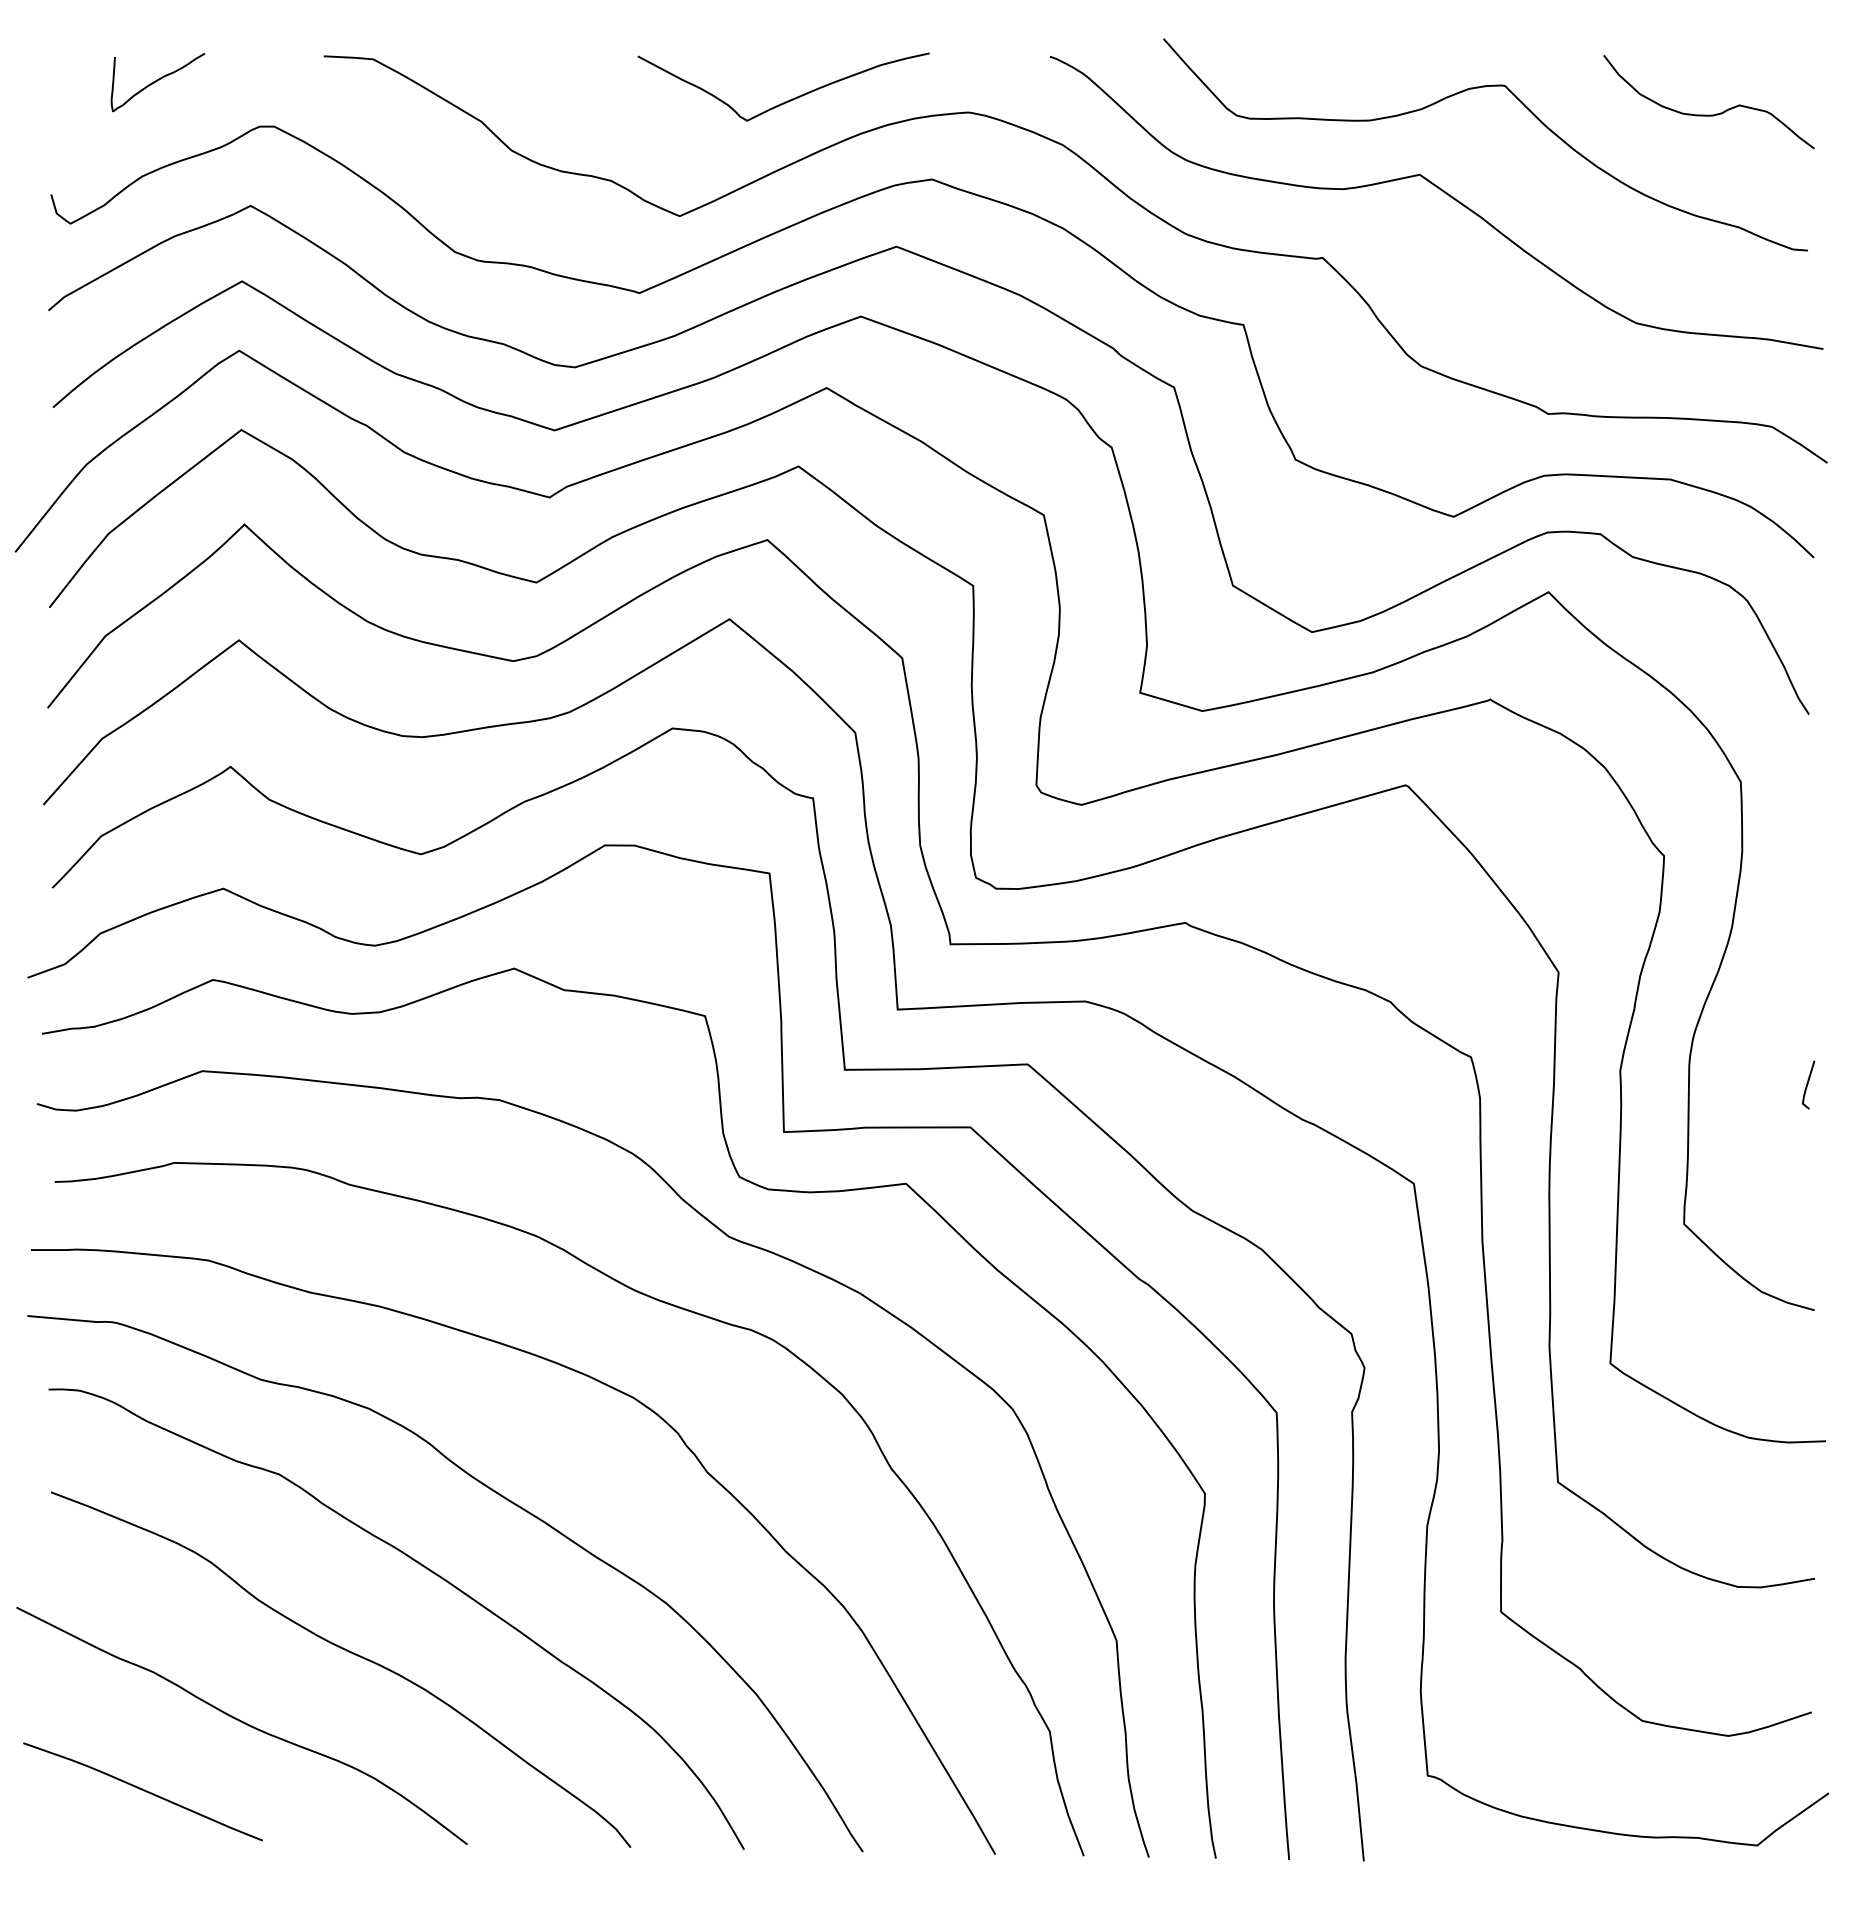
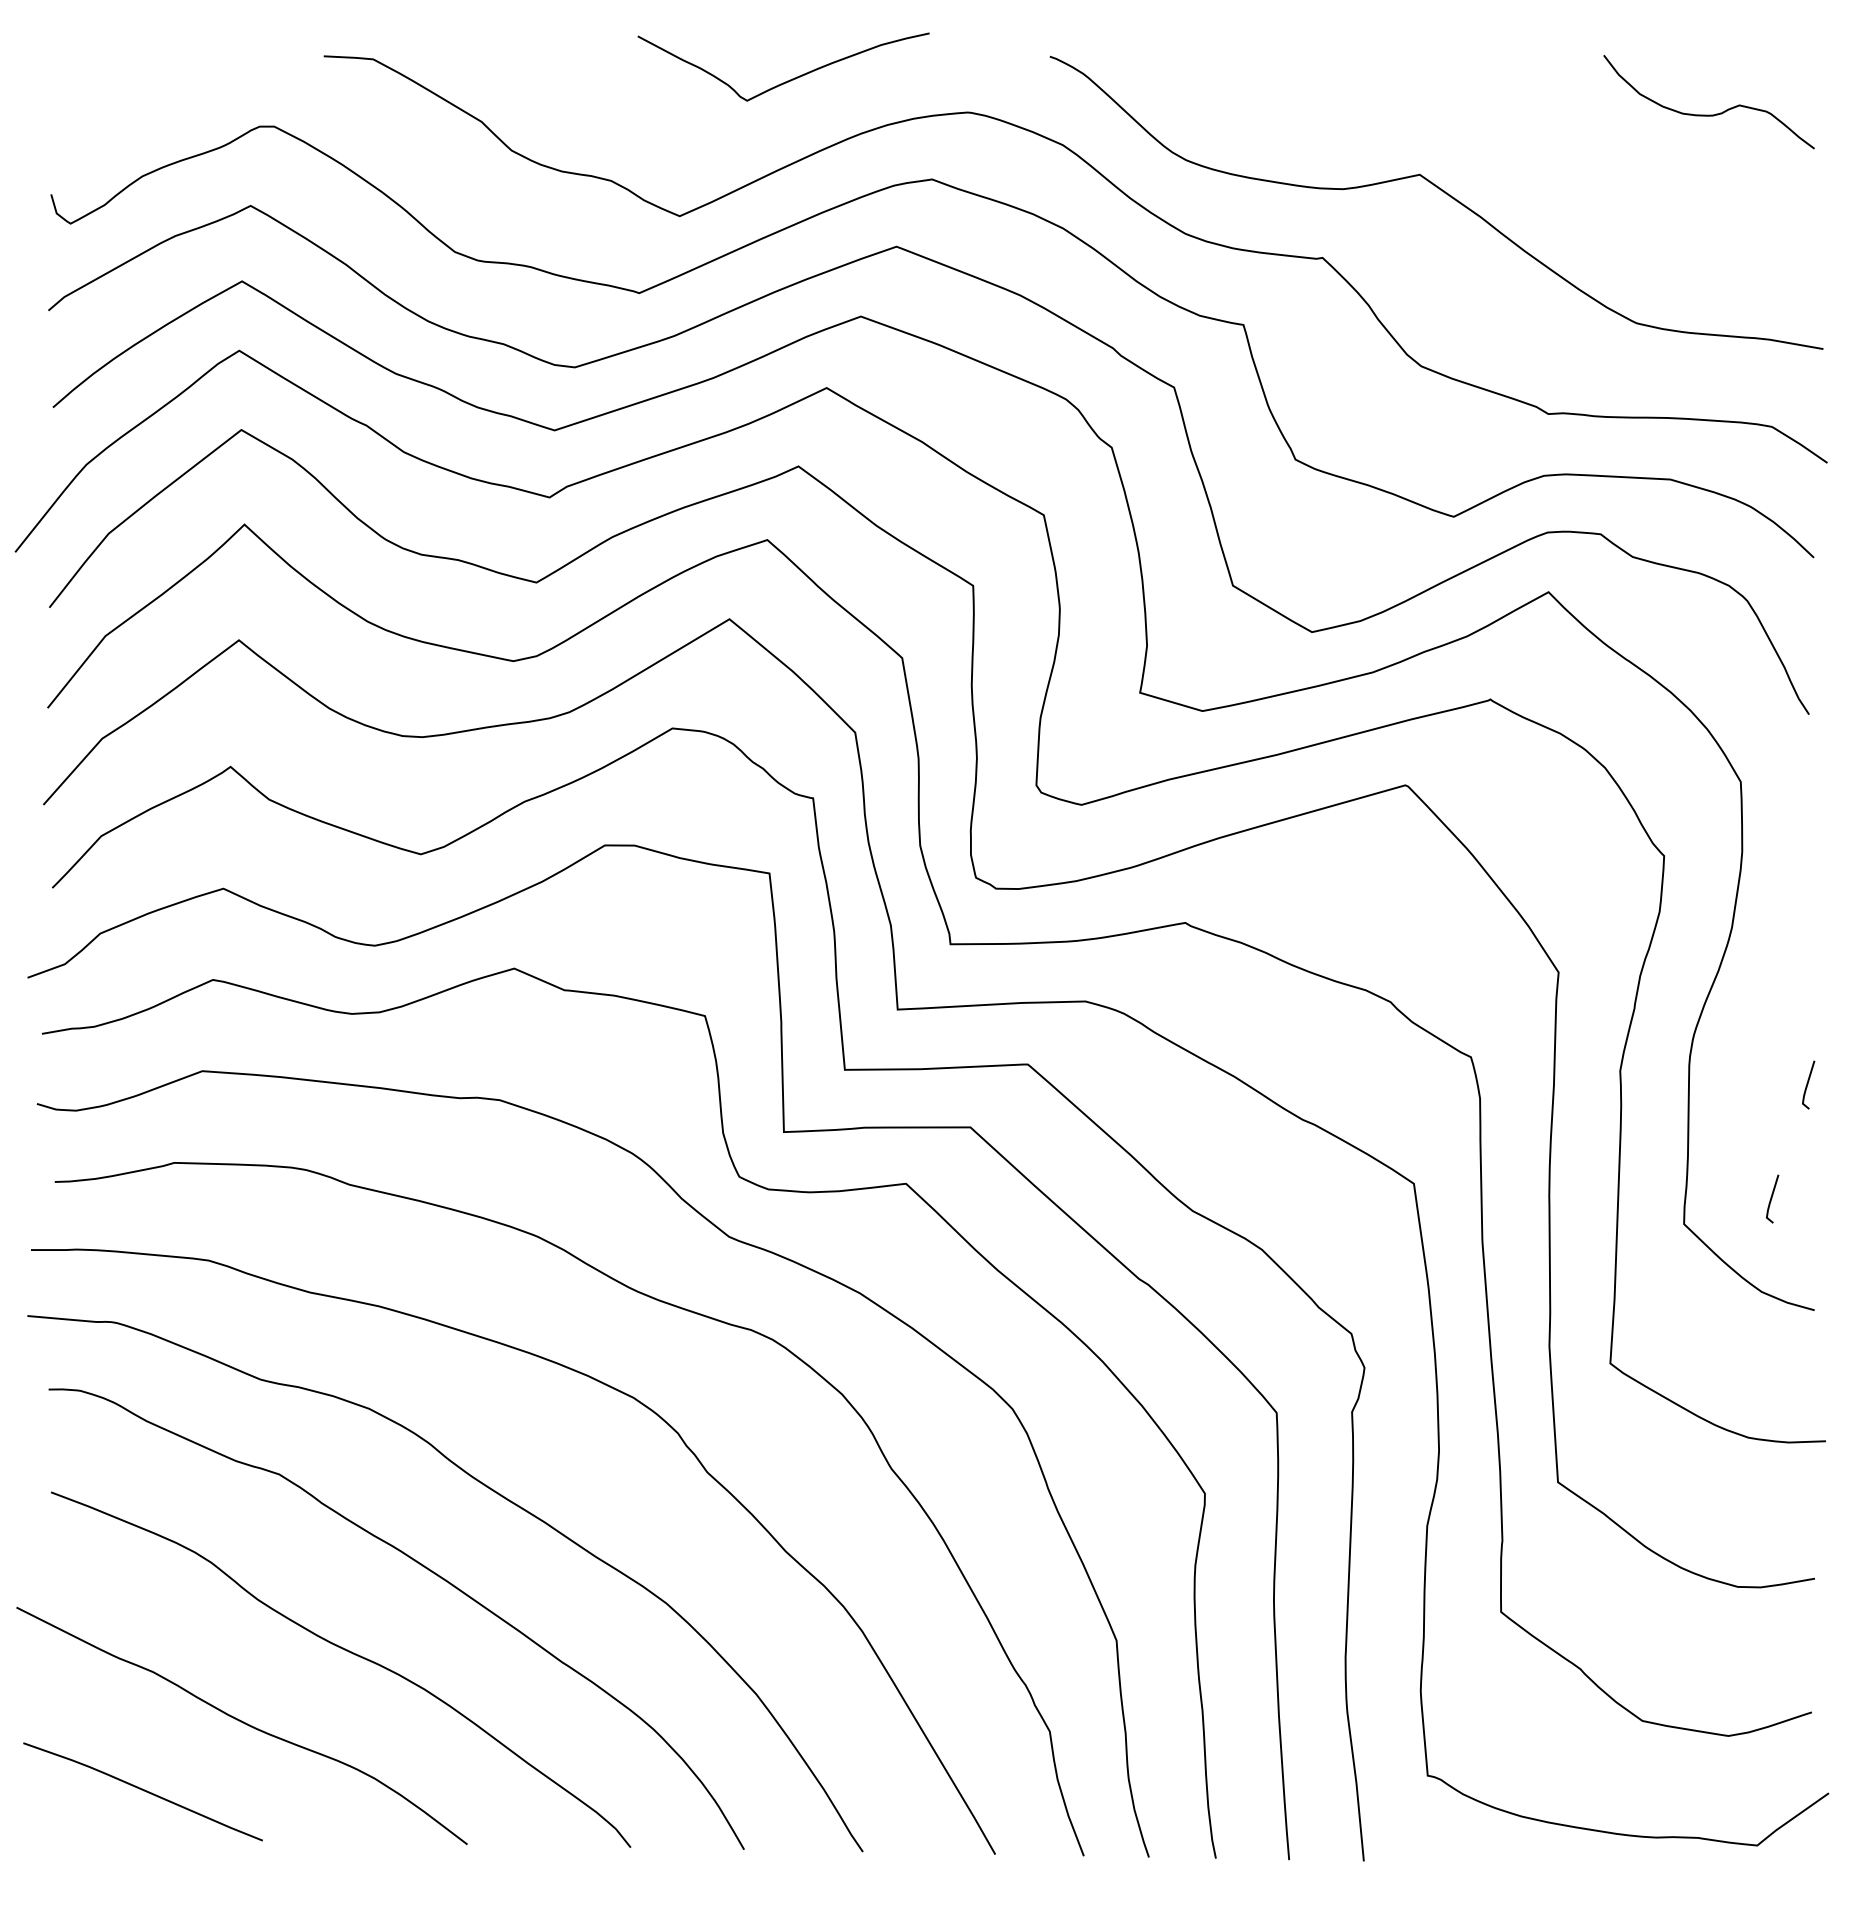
curve at (157, 81): present -> none
curve at (787, 100) position: (787, 100) -> (787, 80)
curve at (1523, 105): present -> none
line at (1772, 1198): none -> present
